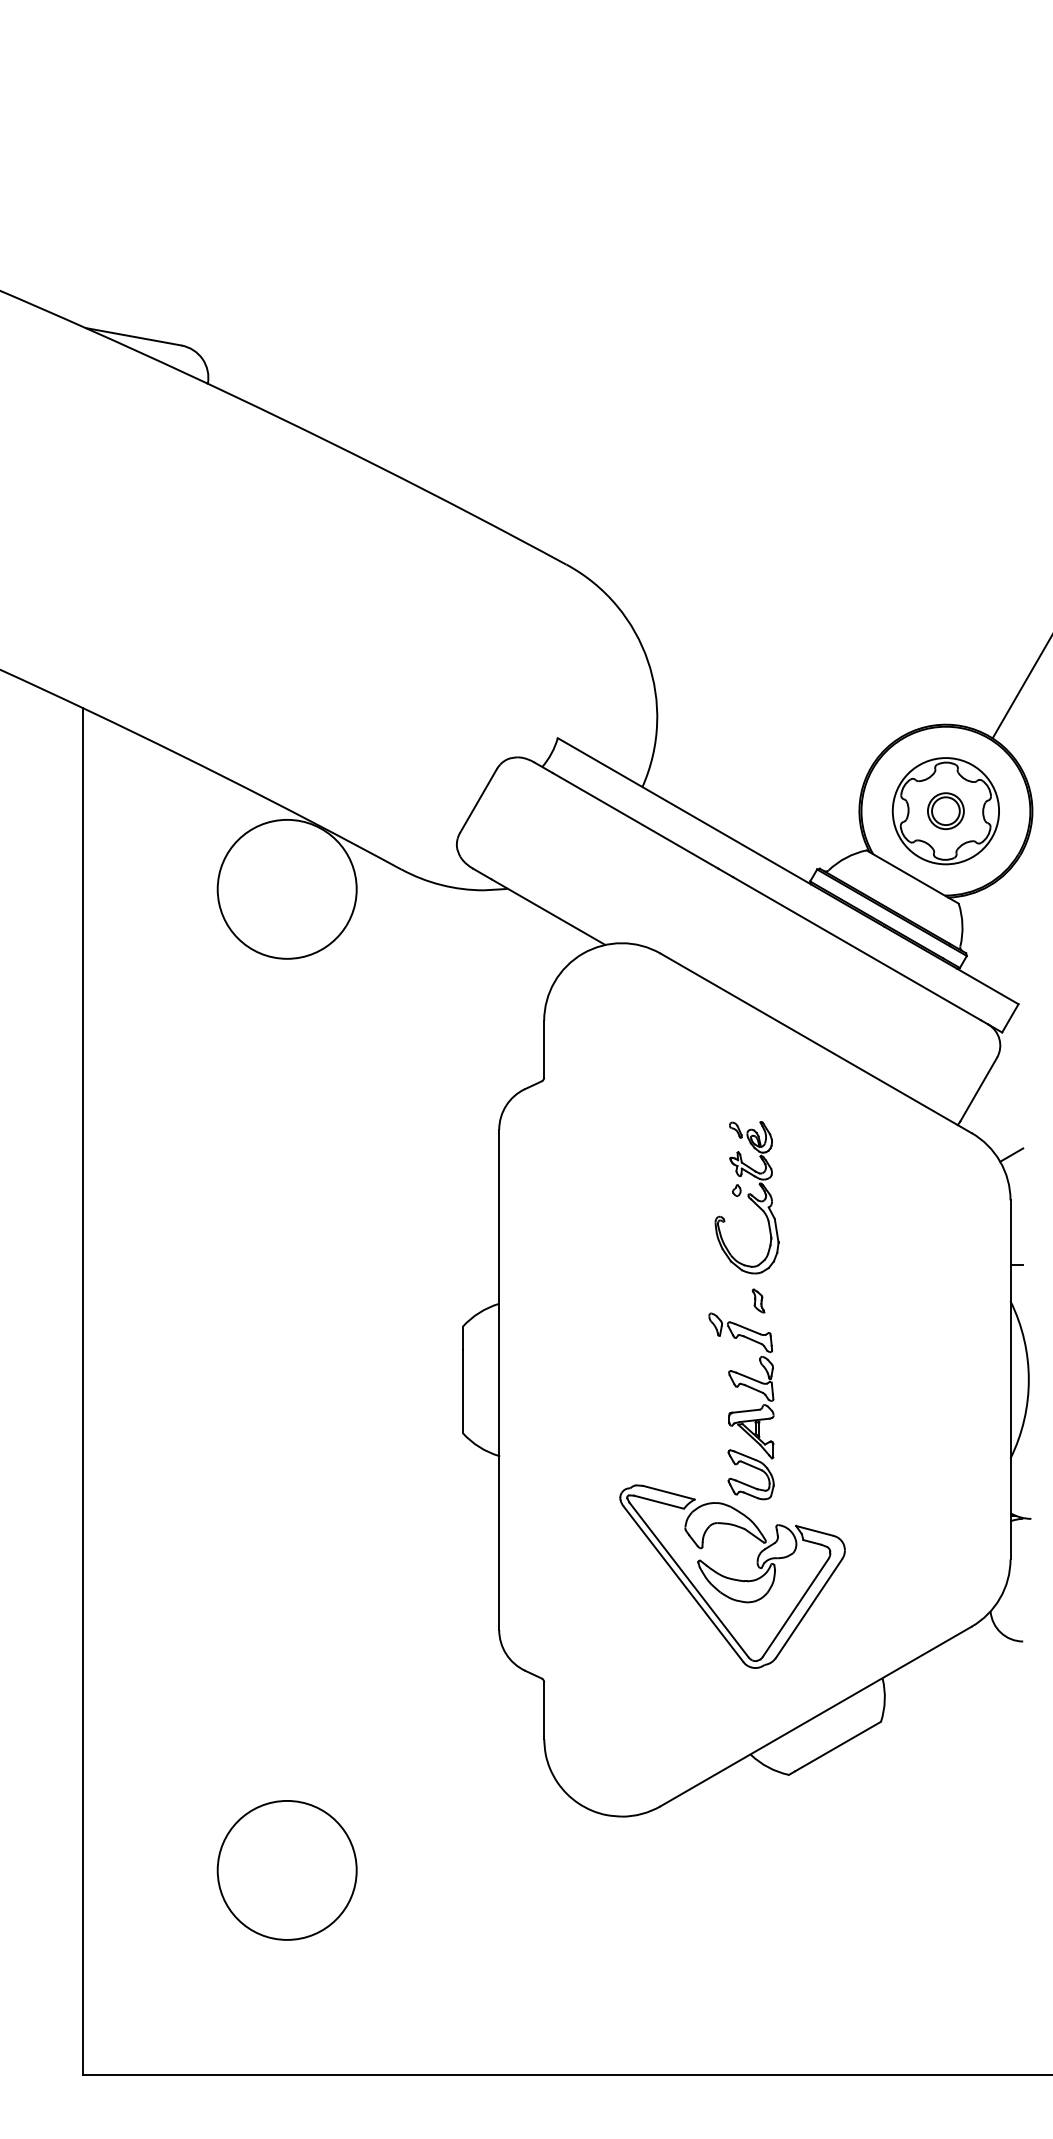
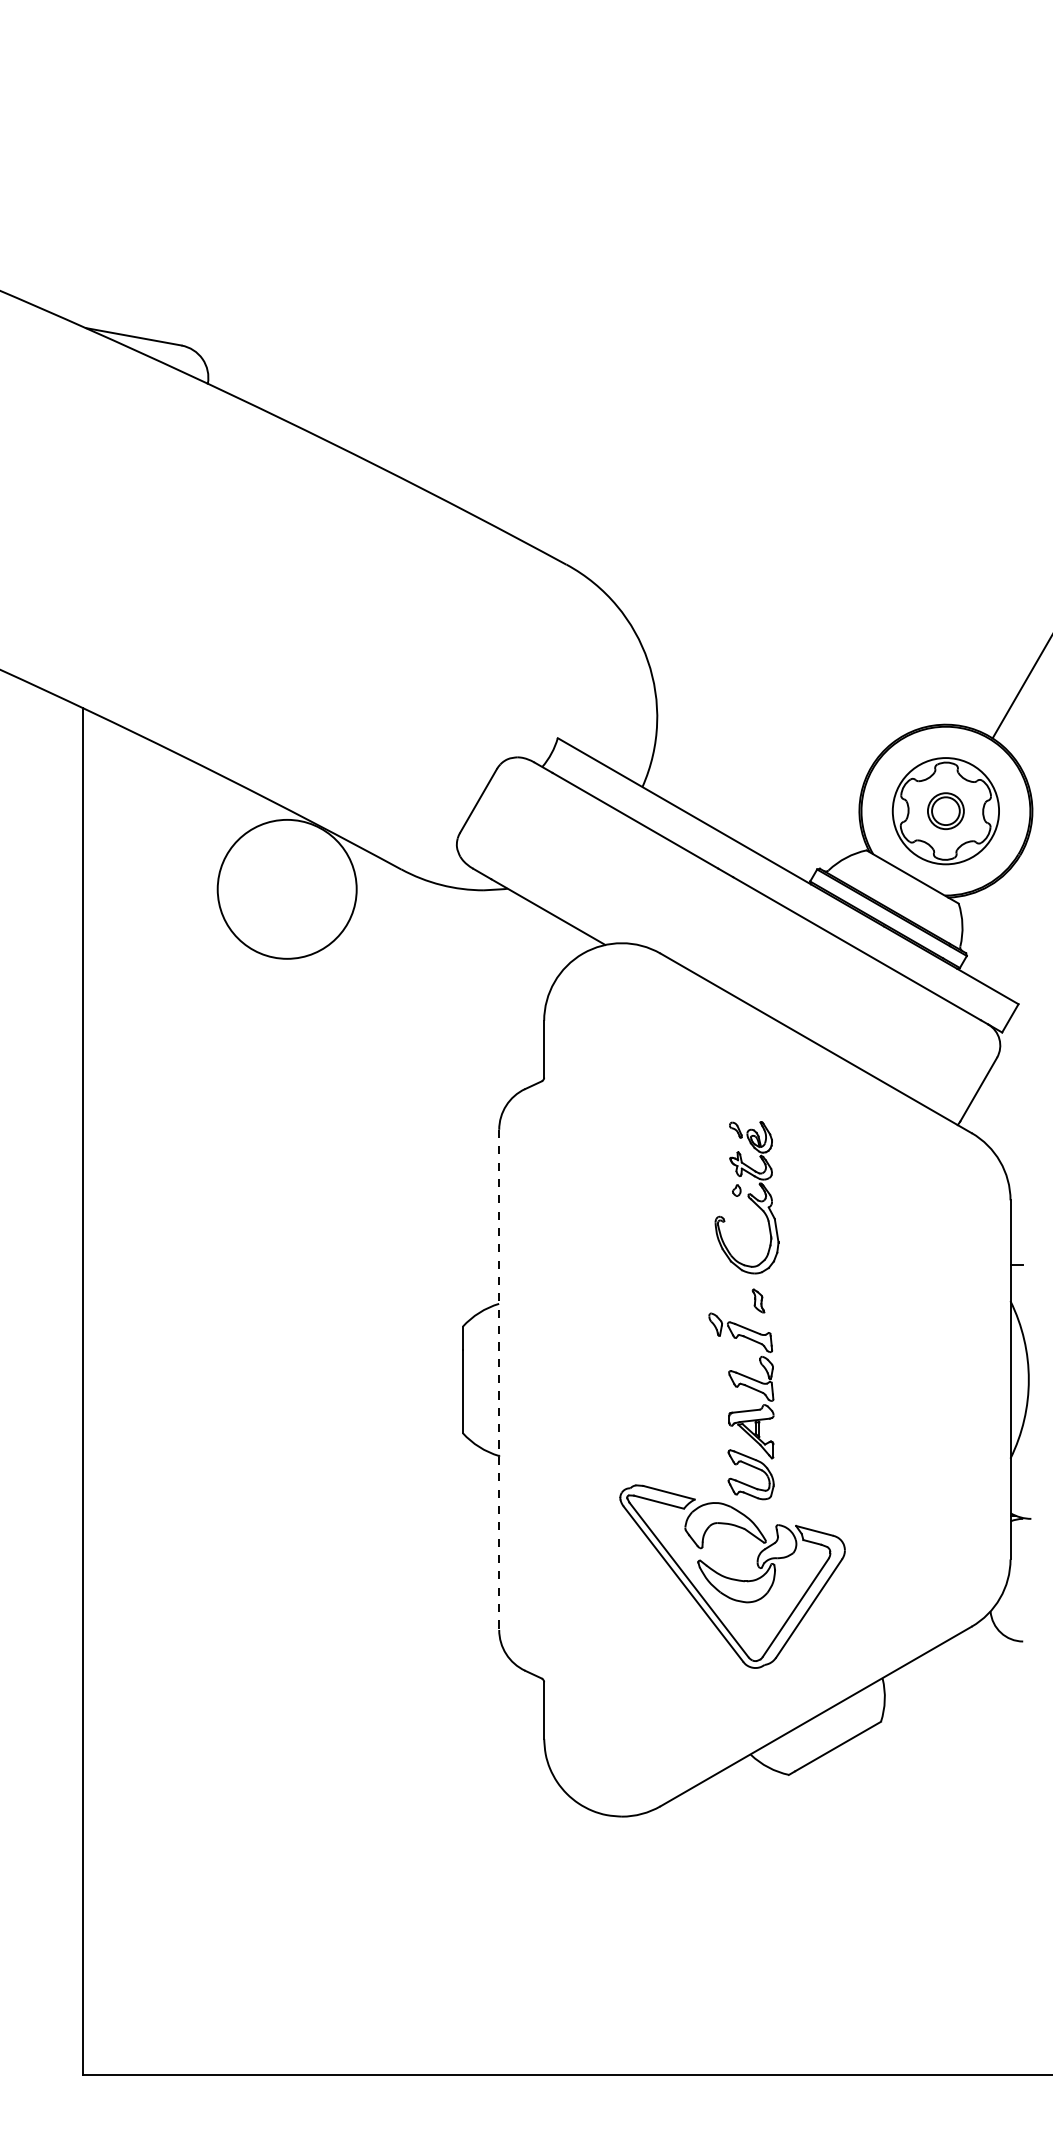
line at (1011, 1154): present -> none
line at (499, 1380): solid -> dashed
circle at (286, 1870): present -> none
